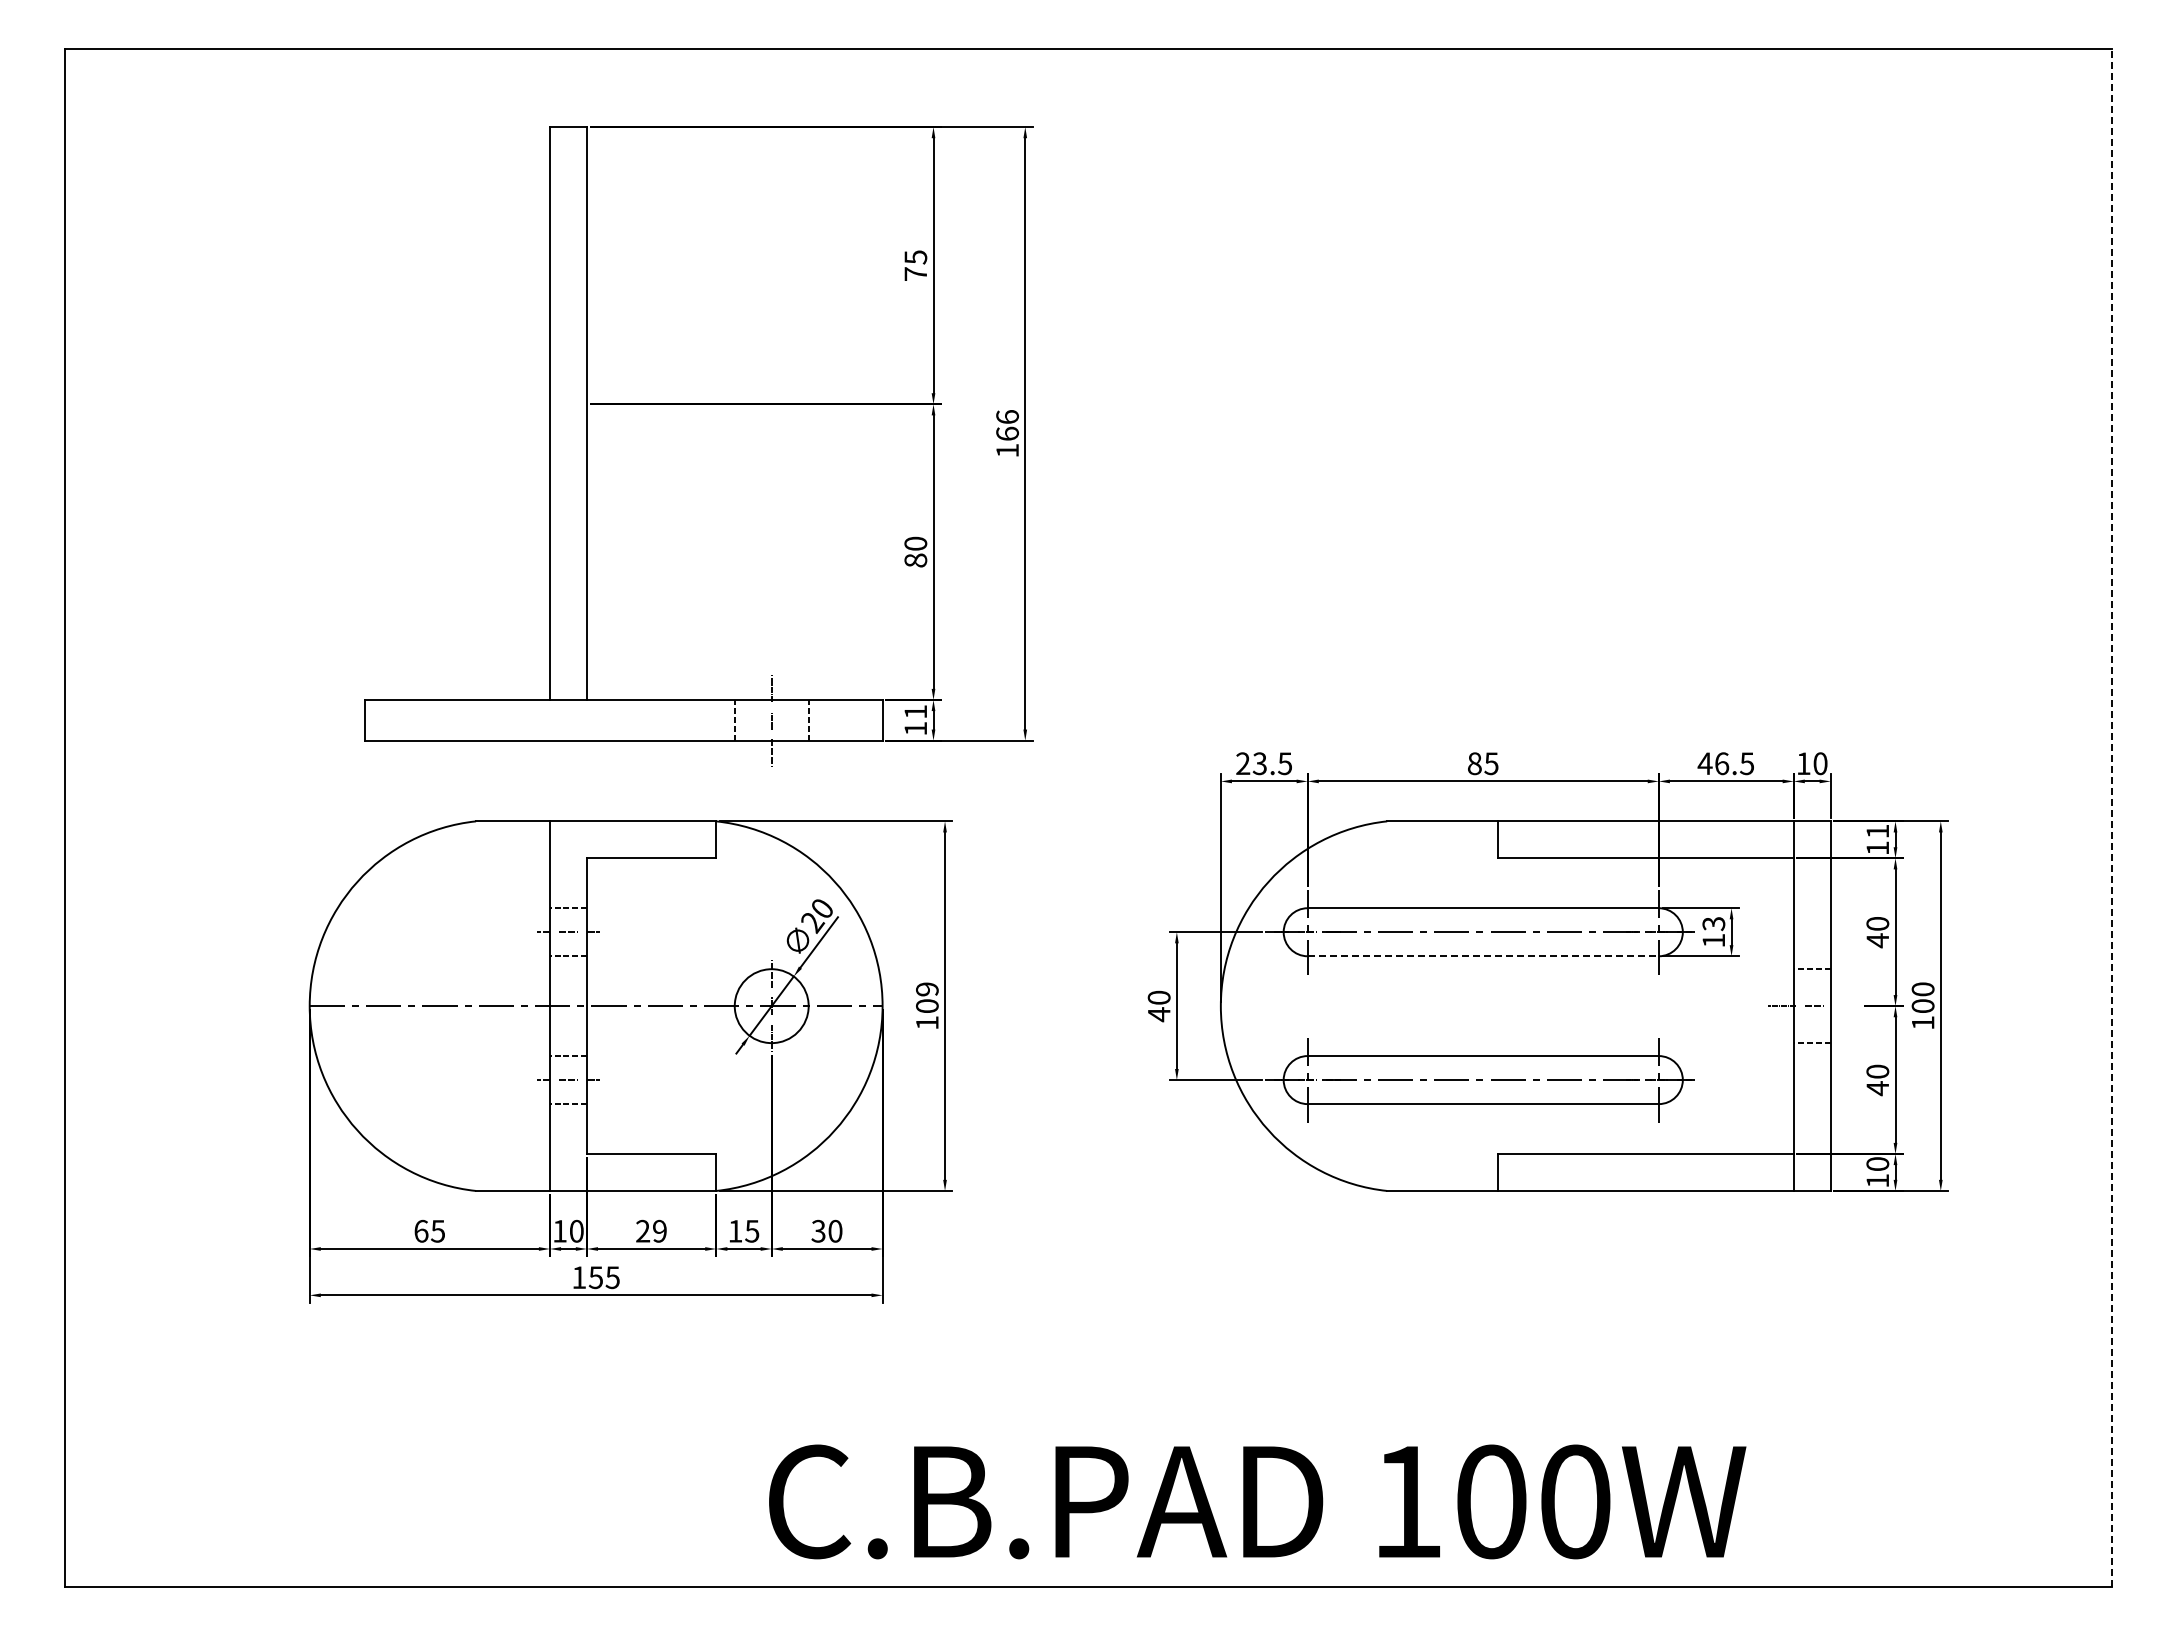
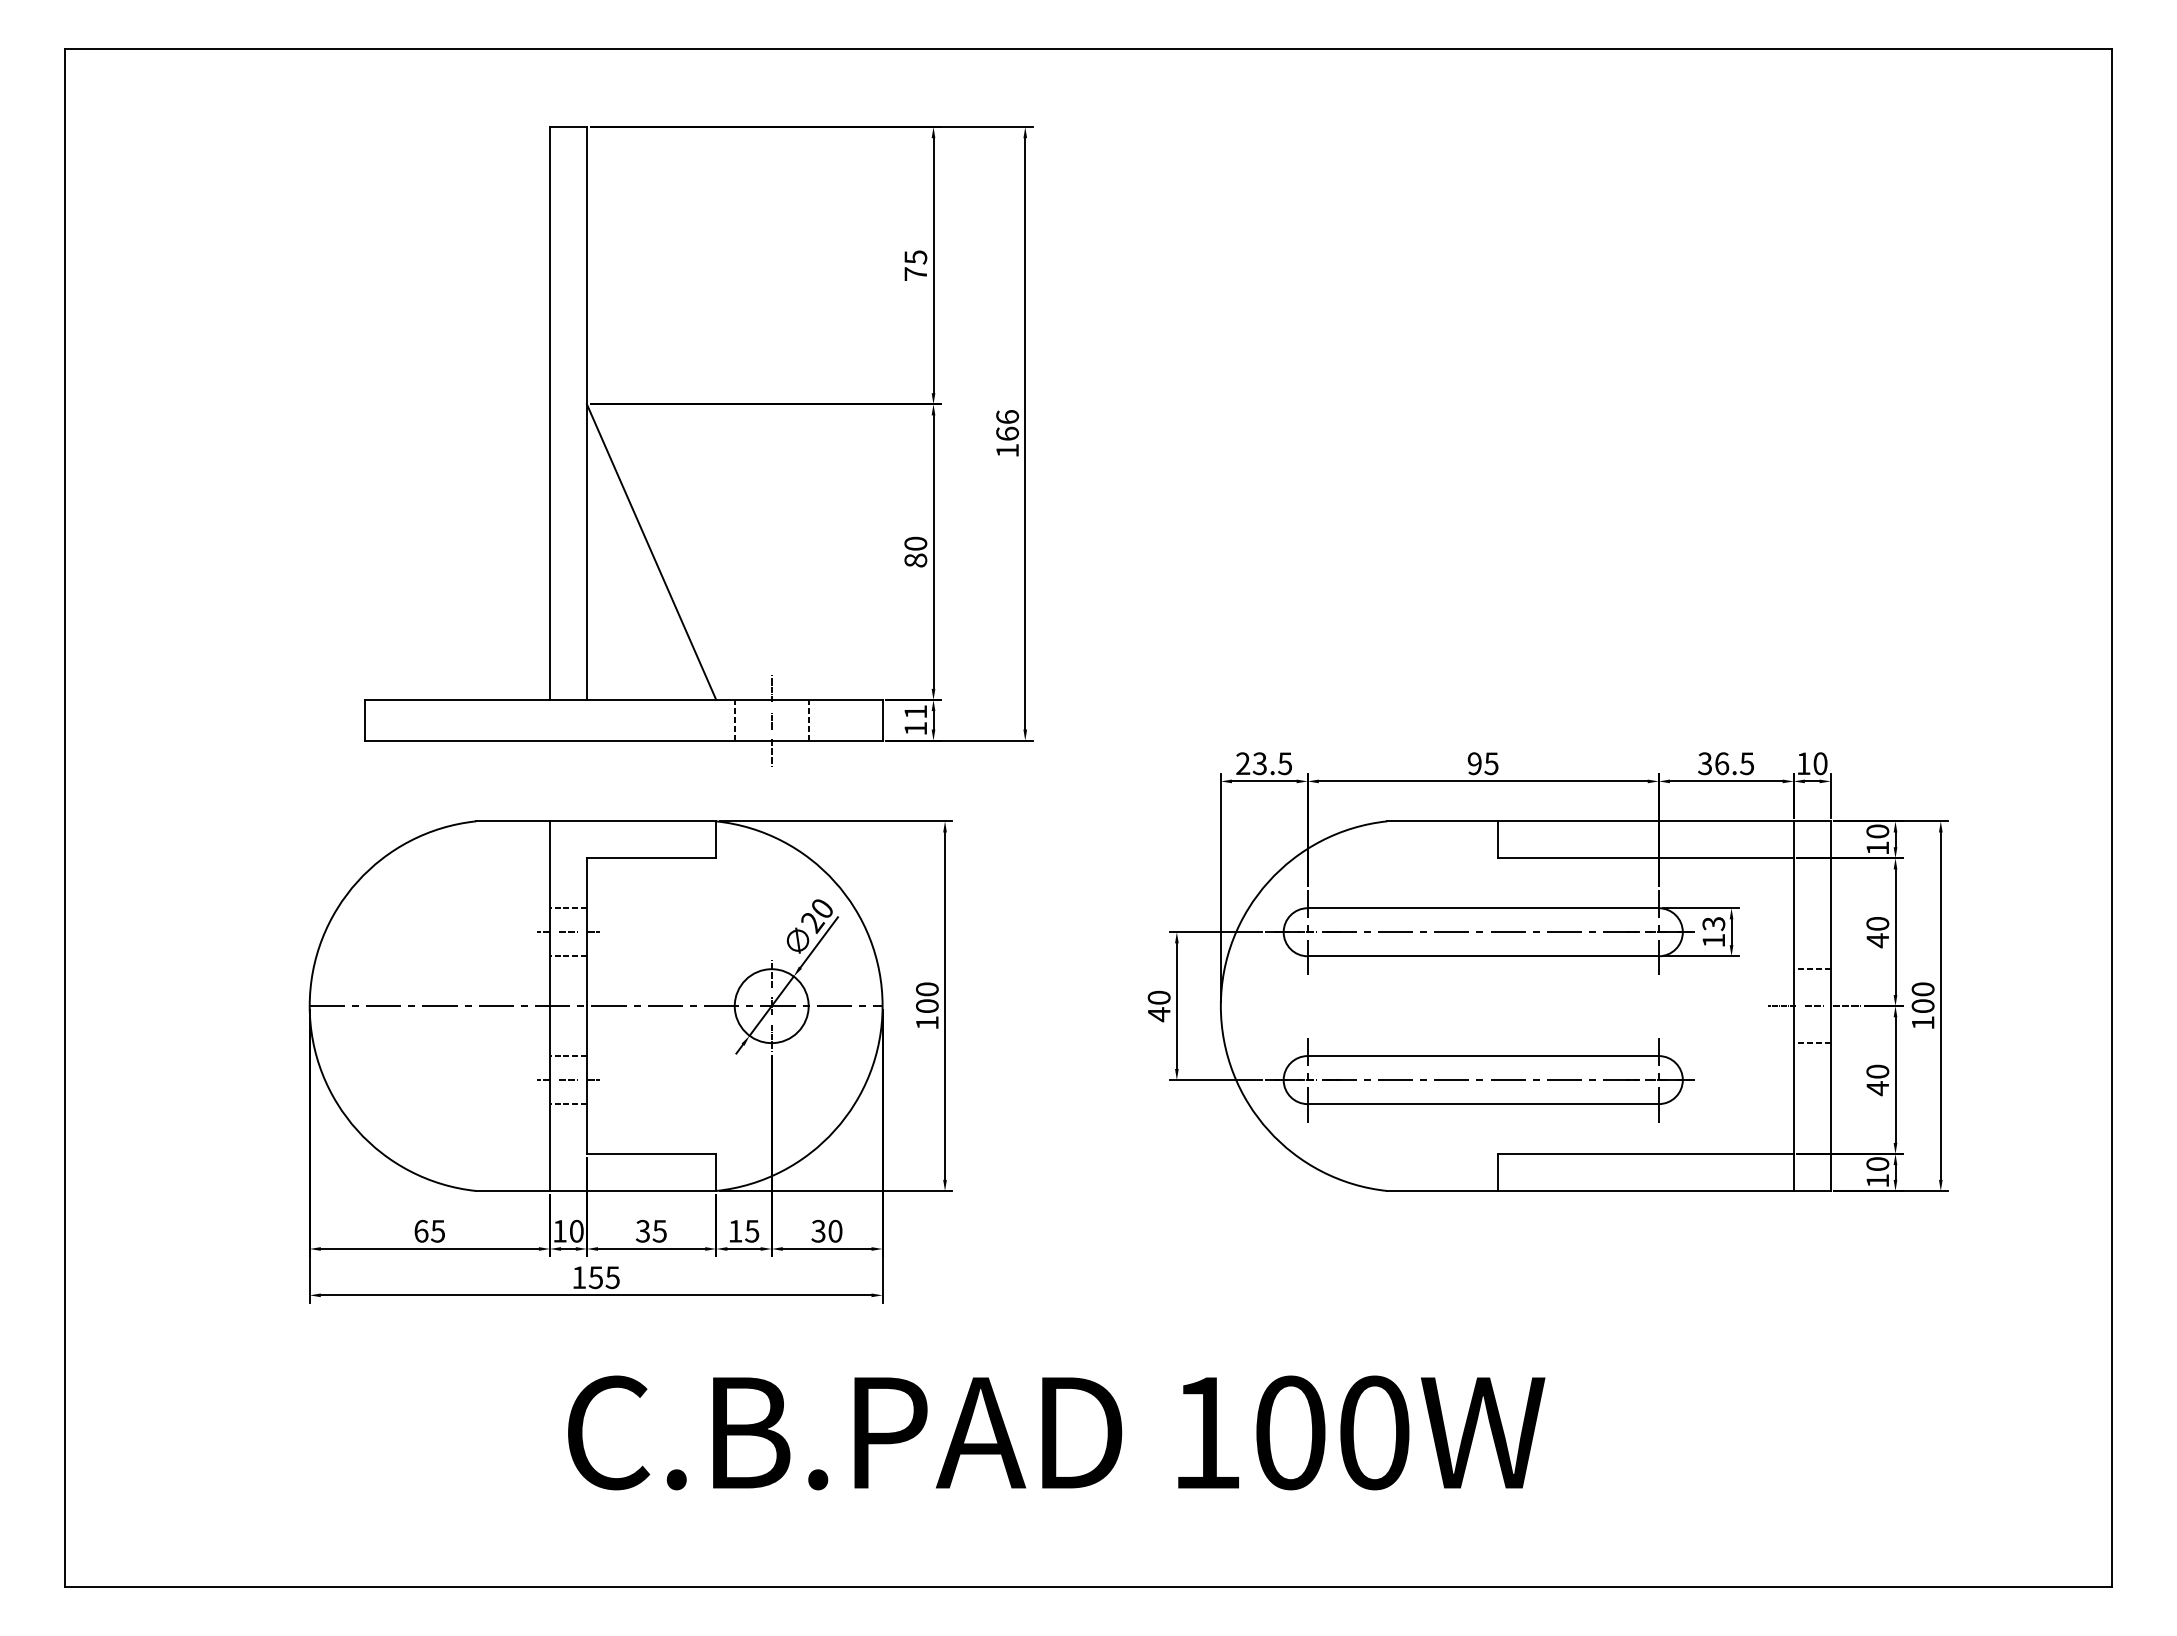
line at (651, 551): none -> present
text at (1474, 763): 85 -> 95
text at (1704, 763): 46.5 -> 36.5
line at (2111, 818): dashed -> solid
text at (1877, 831): 11 -> 10
line at (1483, 956): dashed -> solid
text at (927, 989): 109 -> 100
line at (1846, 1006): none -> present
text at (651, 1230): 29 -> 35
text at (1257, 1501) position: (1257, 1501) -> (1056, 1432)
